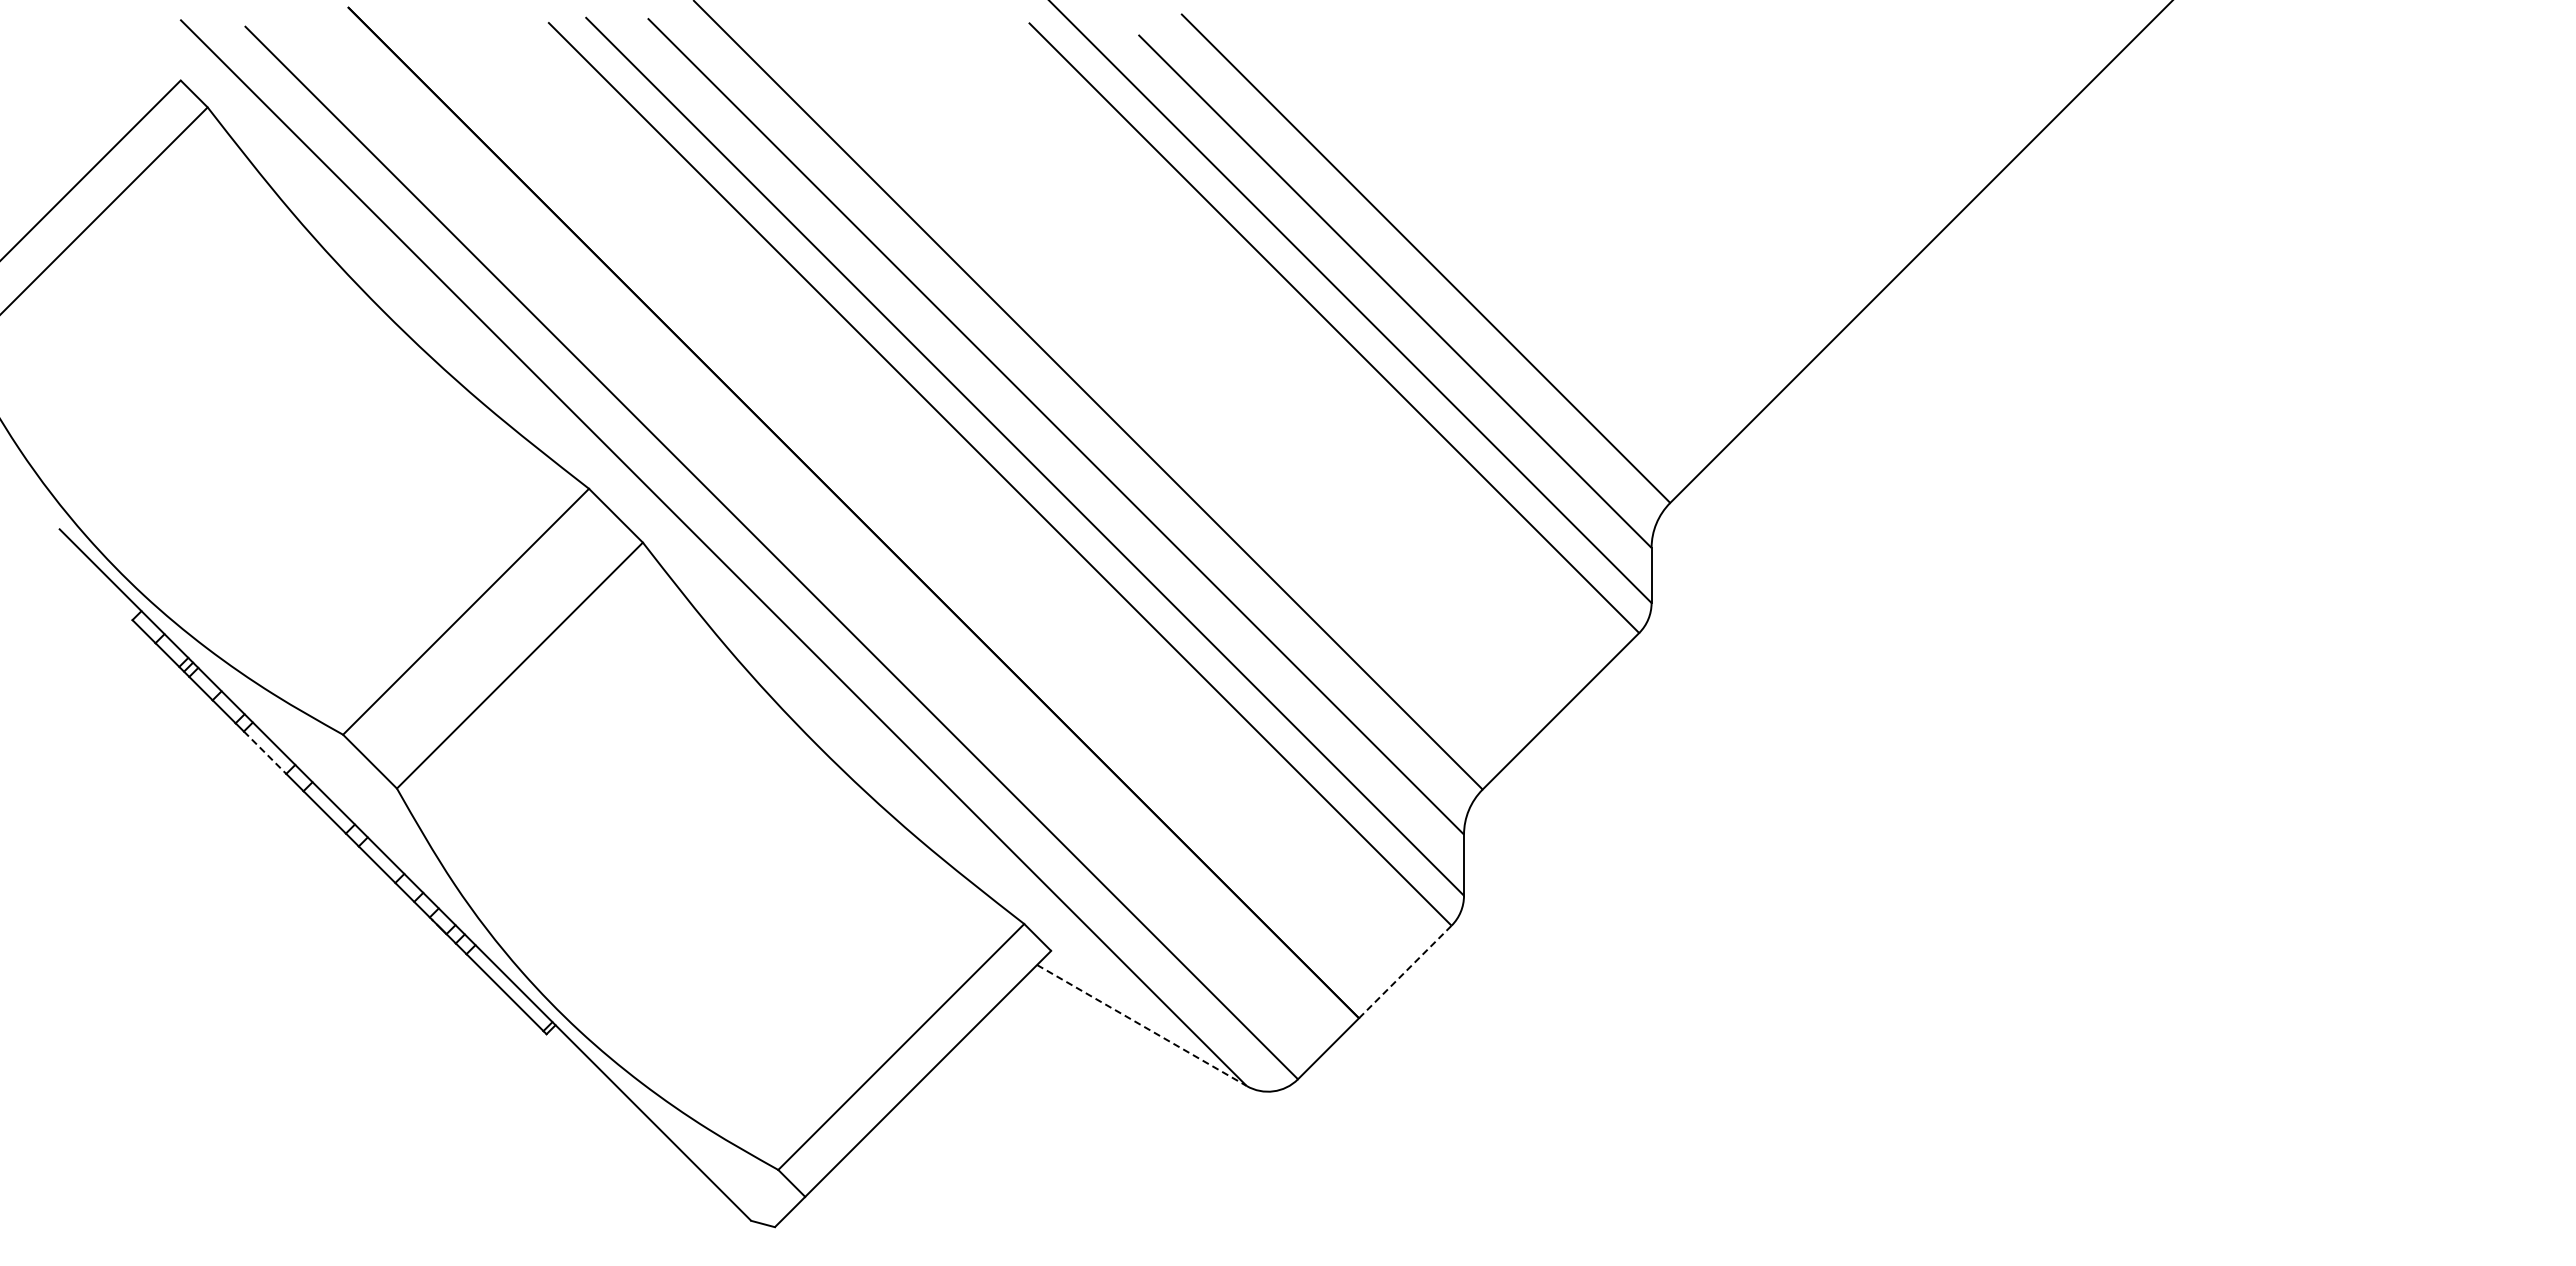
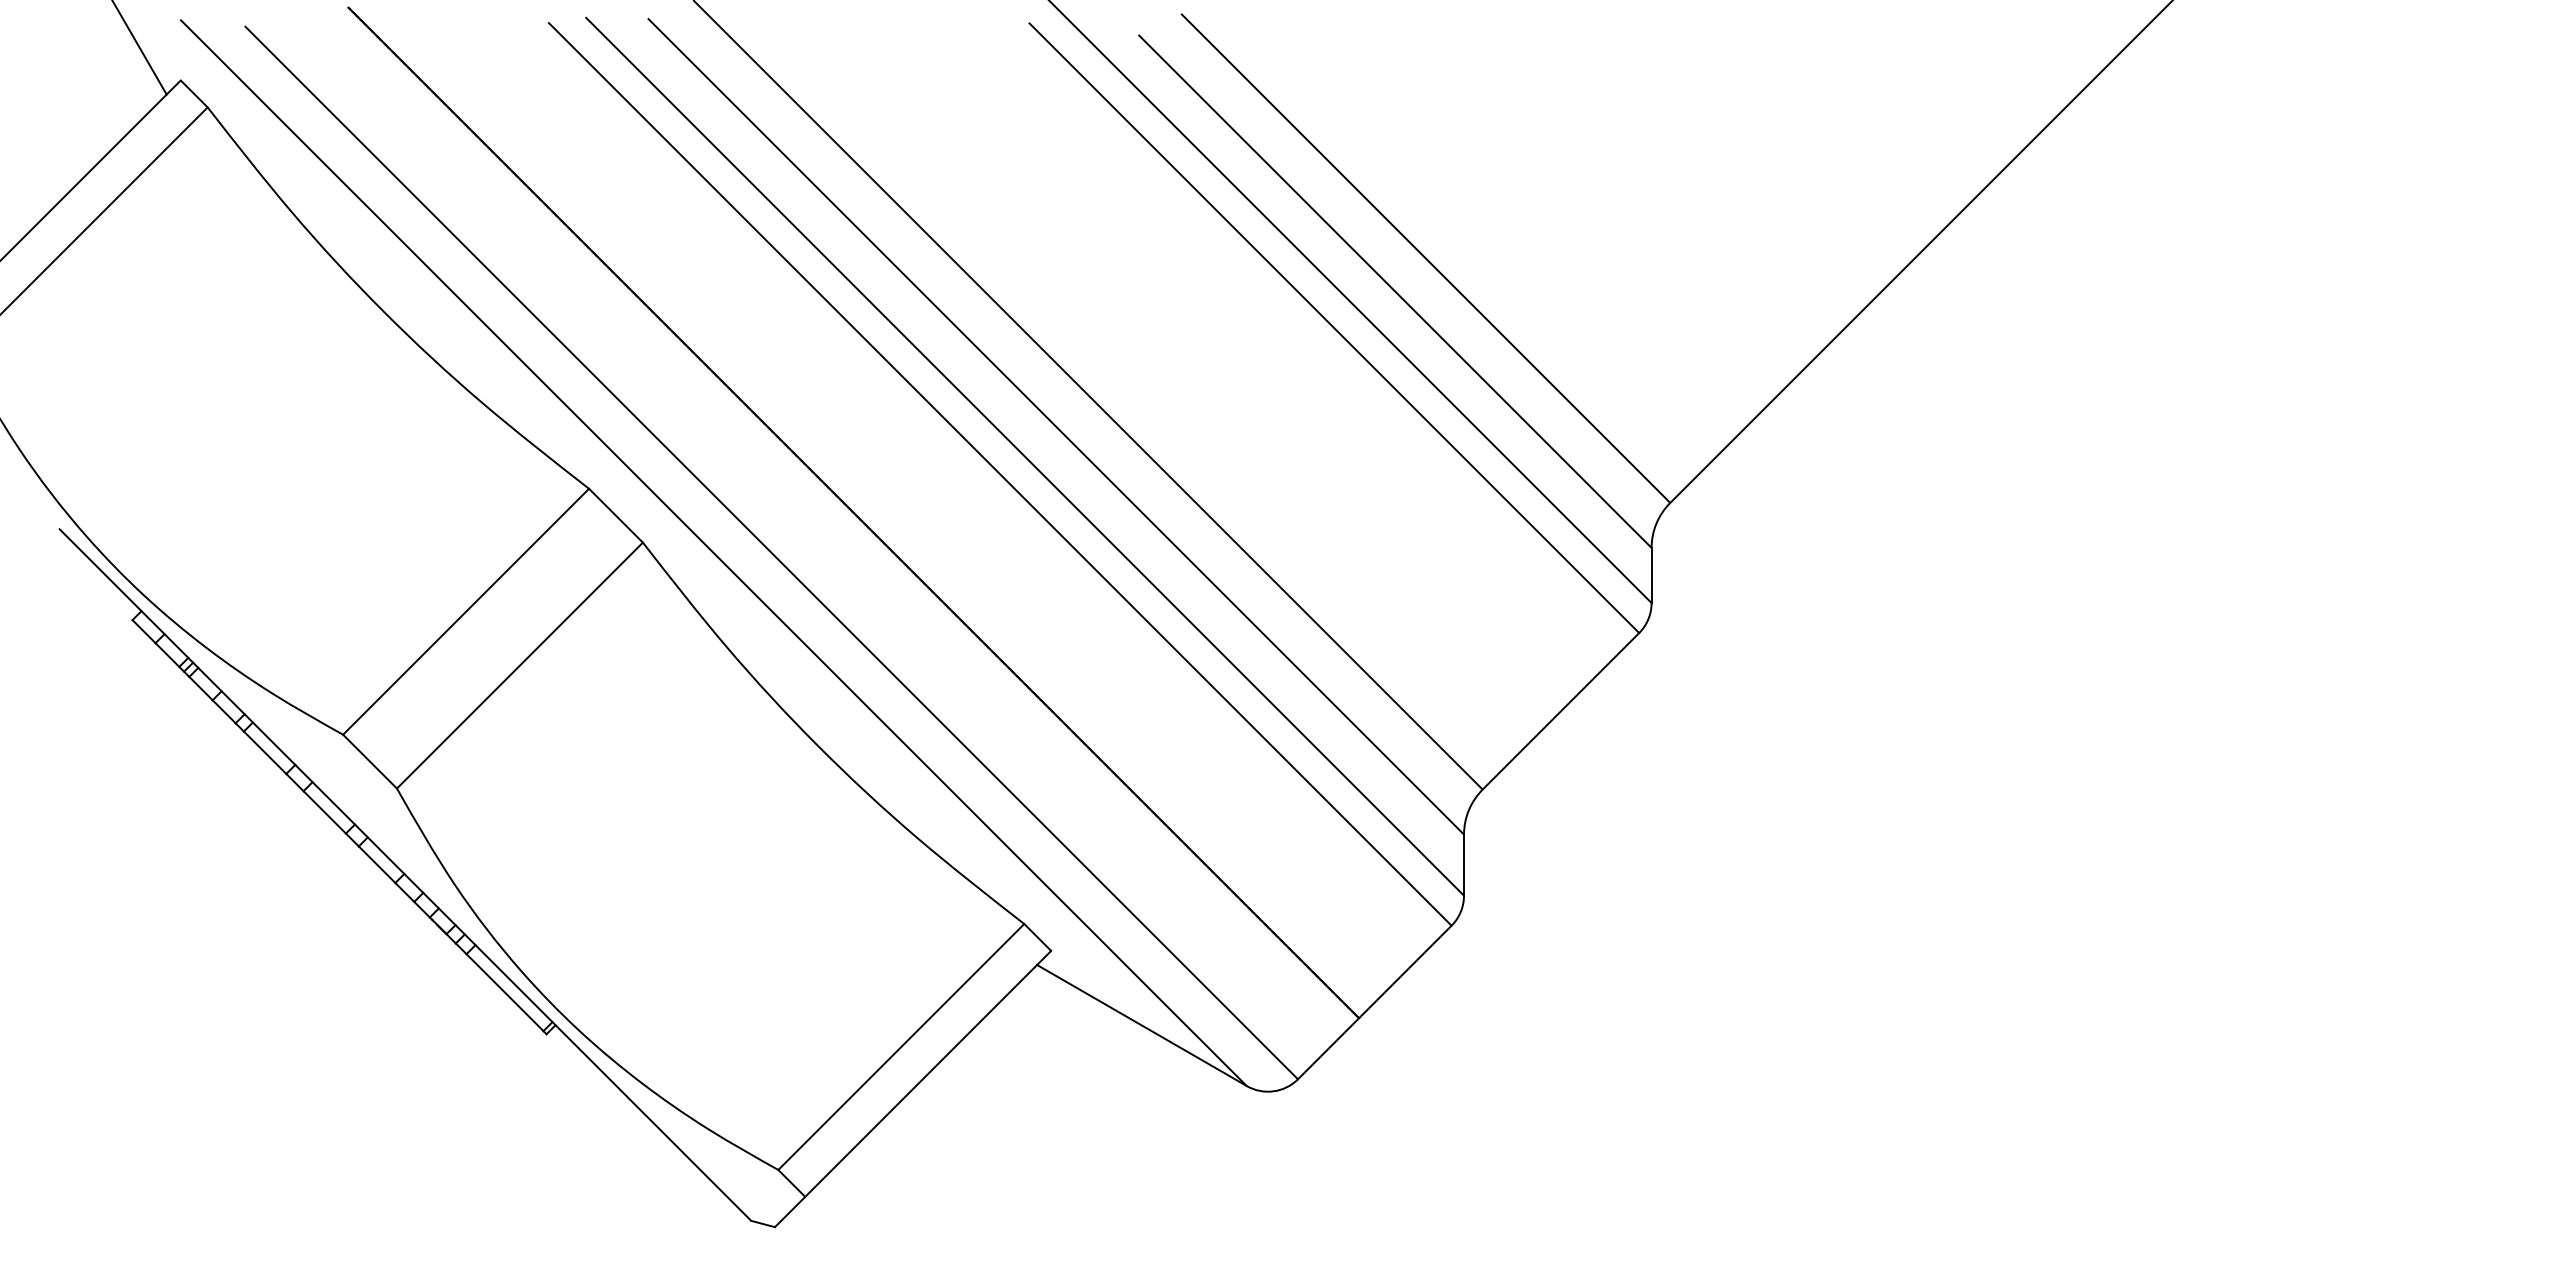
line at (139, 48): none -> present
line at (265, 752): dashed -> solid
line at (1405, 971): dashed -> solid
line at (1142, 1025): dashed -> solid
